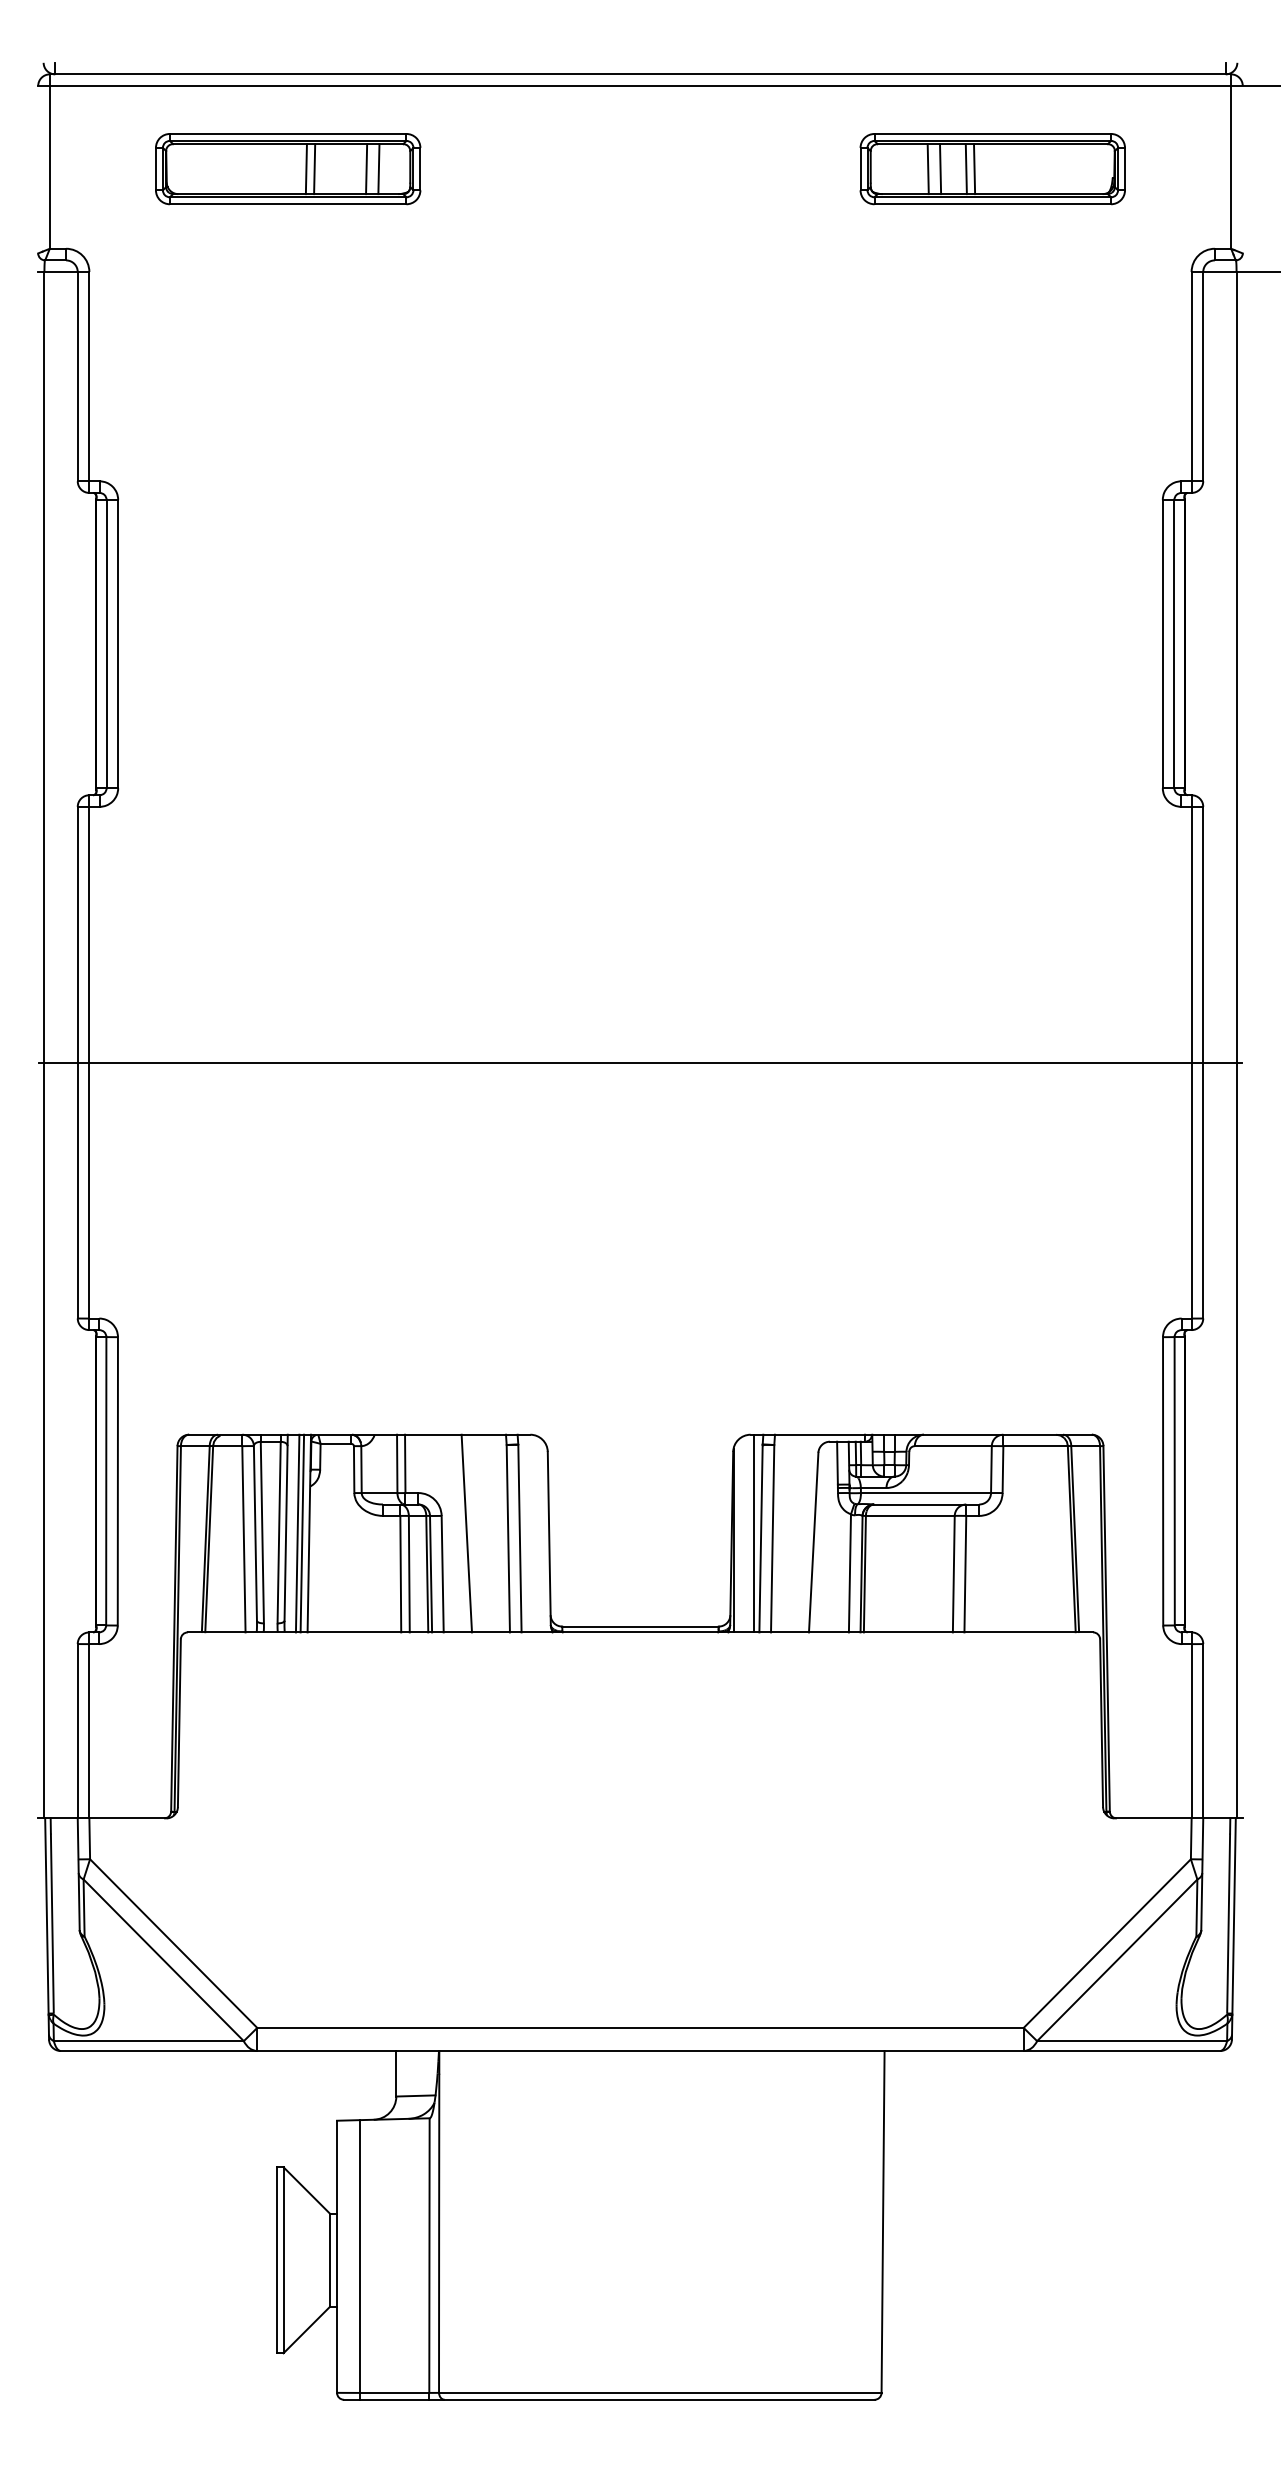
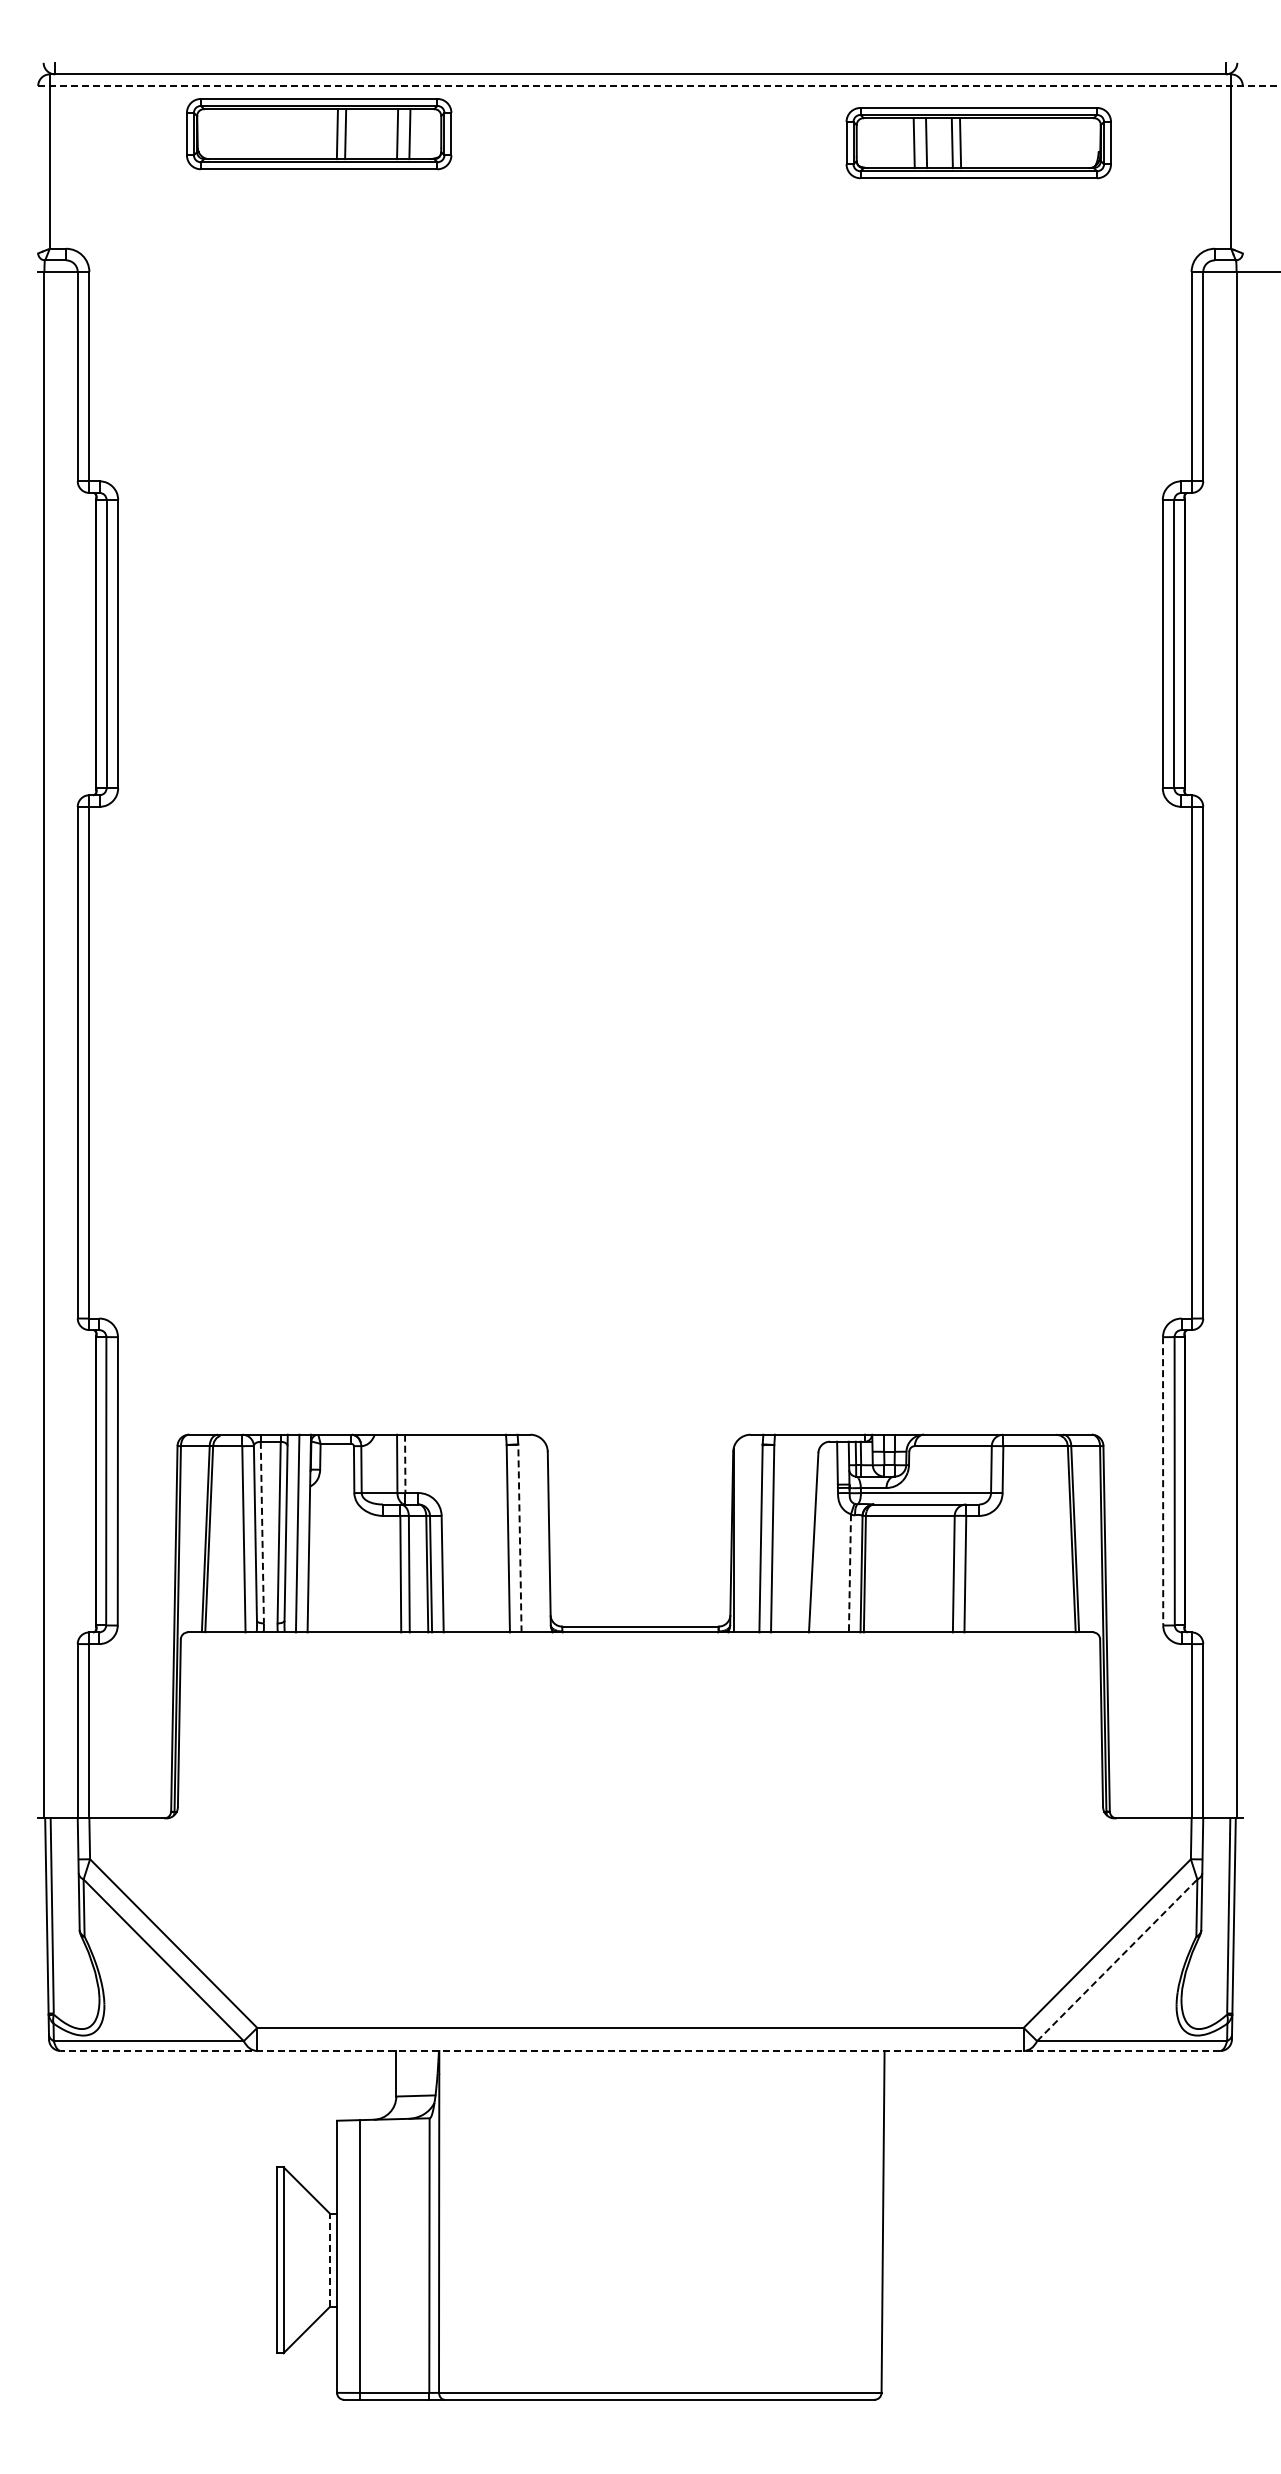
line at (659, 86): solid -> dashed
part at (288, 169) position: (288, 169) -> (319, 134)
part at (992, 169) position: (992, 169) -> (978, 143)
line at (640, 1062): present -> none
line at (405, 1464): solid -> dashed
line at (1163, 1481): solid -> dashed
line at (262, 1532): solid -> dashed
line at (302, 1533): present -> none
line at (466, 1533): present -> none
line at (753, 1533): present -> none
line at (519, 1538): solid -> dashed
line at (849, 1573): solid -> dashed
line at (1117, 1960): solid -> dashed
line at (640, 2050): solid -> dashed
line at (330, 2260): solid -> dashed
